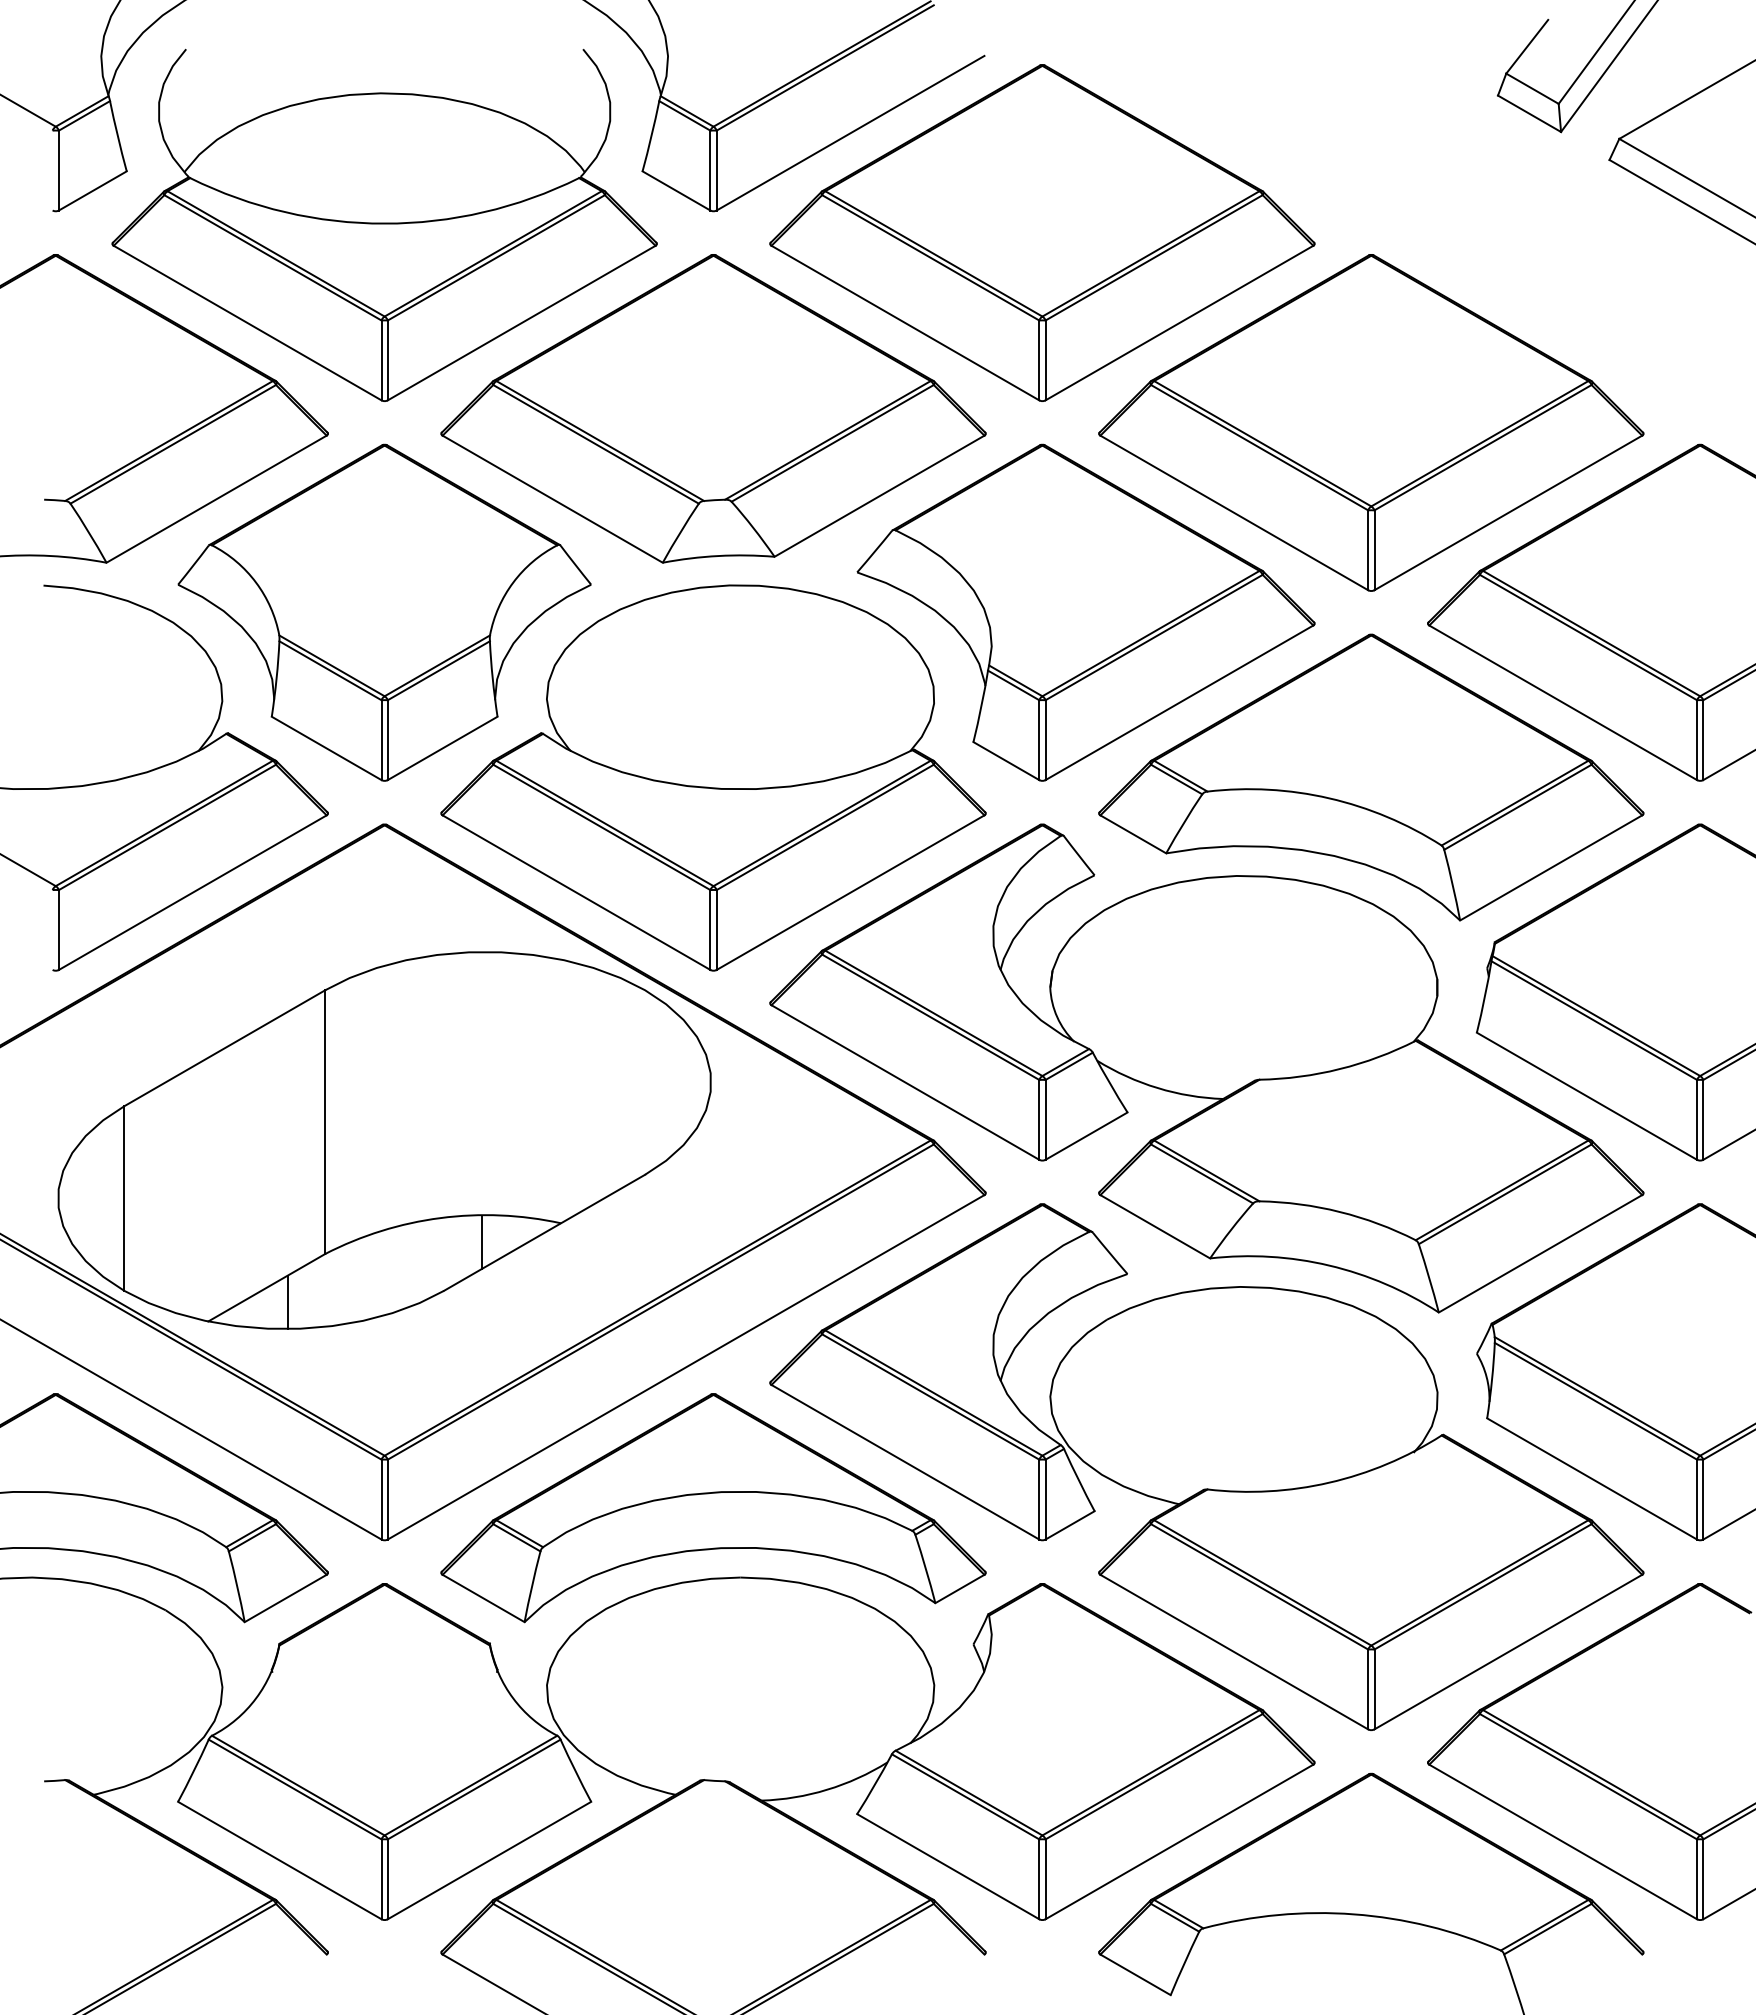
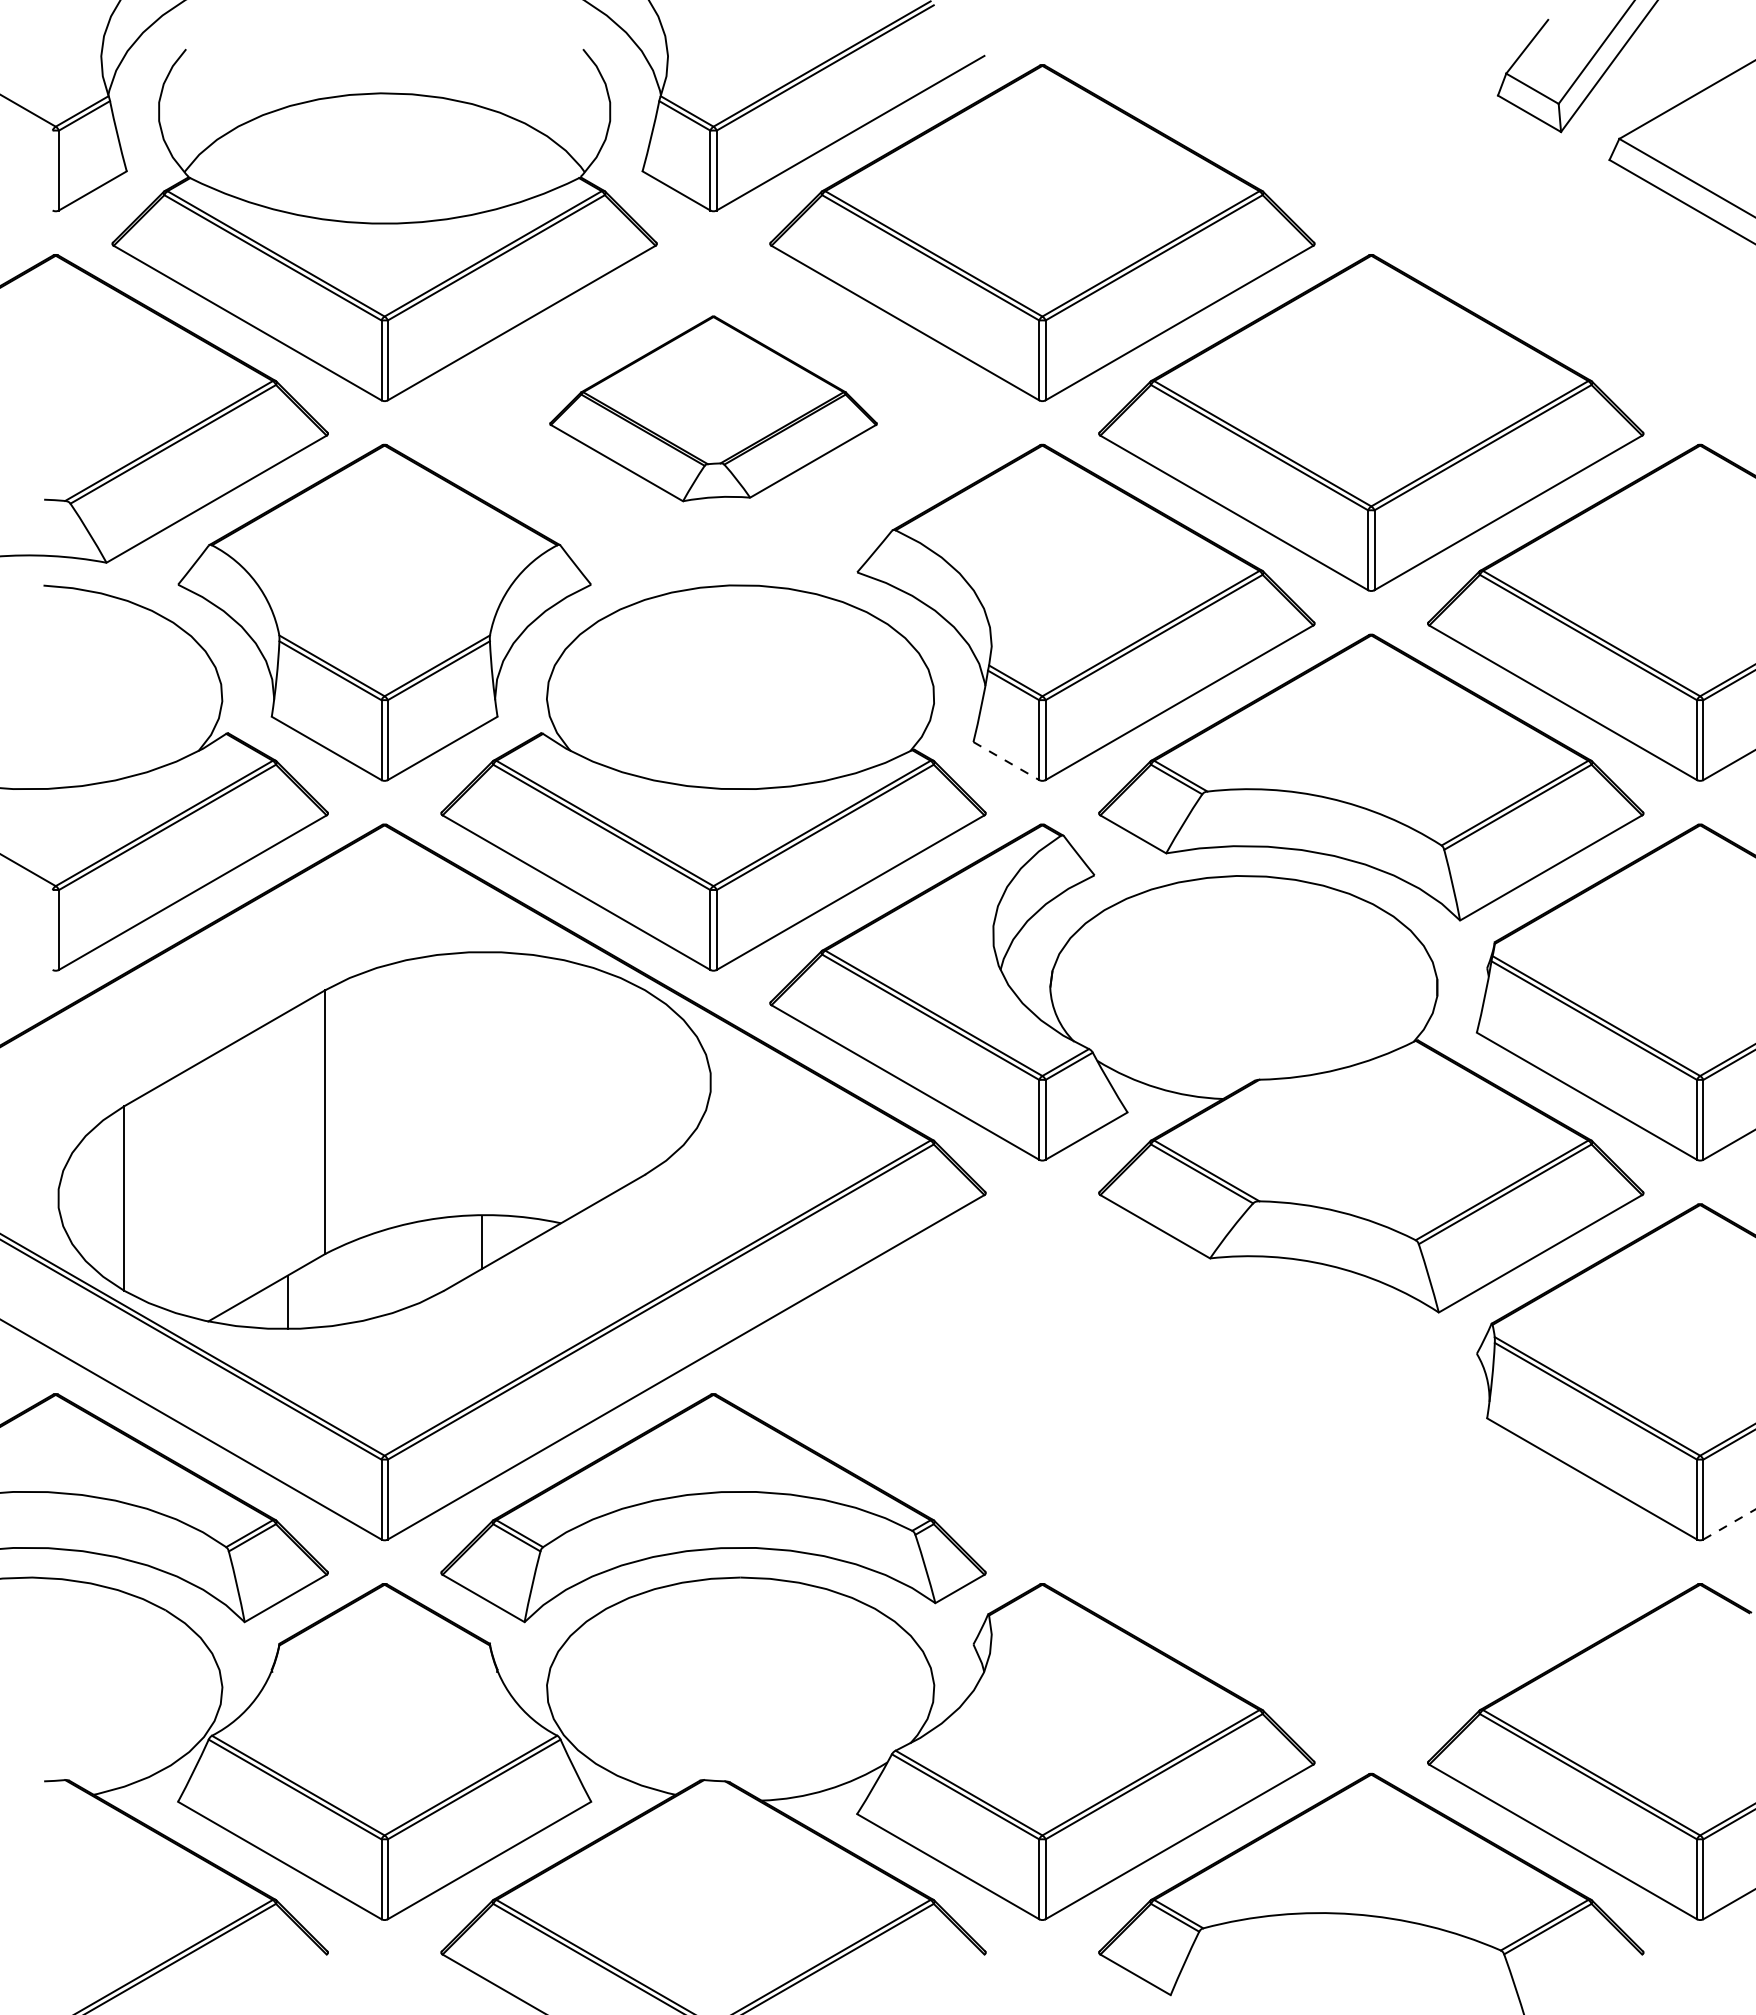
part at (713, 408) size: 547x310 px -> 329x188 px
line at (1006, 761): solid -> dashed
part at (1206, 1466): present -> none
line at (1729, 1524): solid -> dashed
